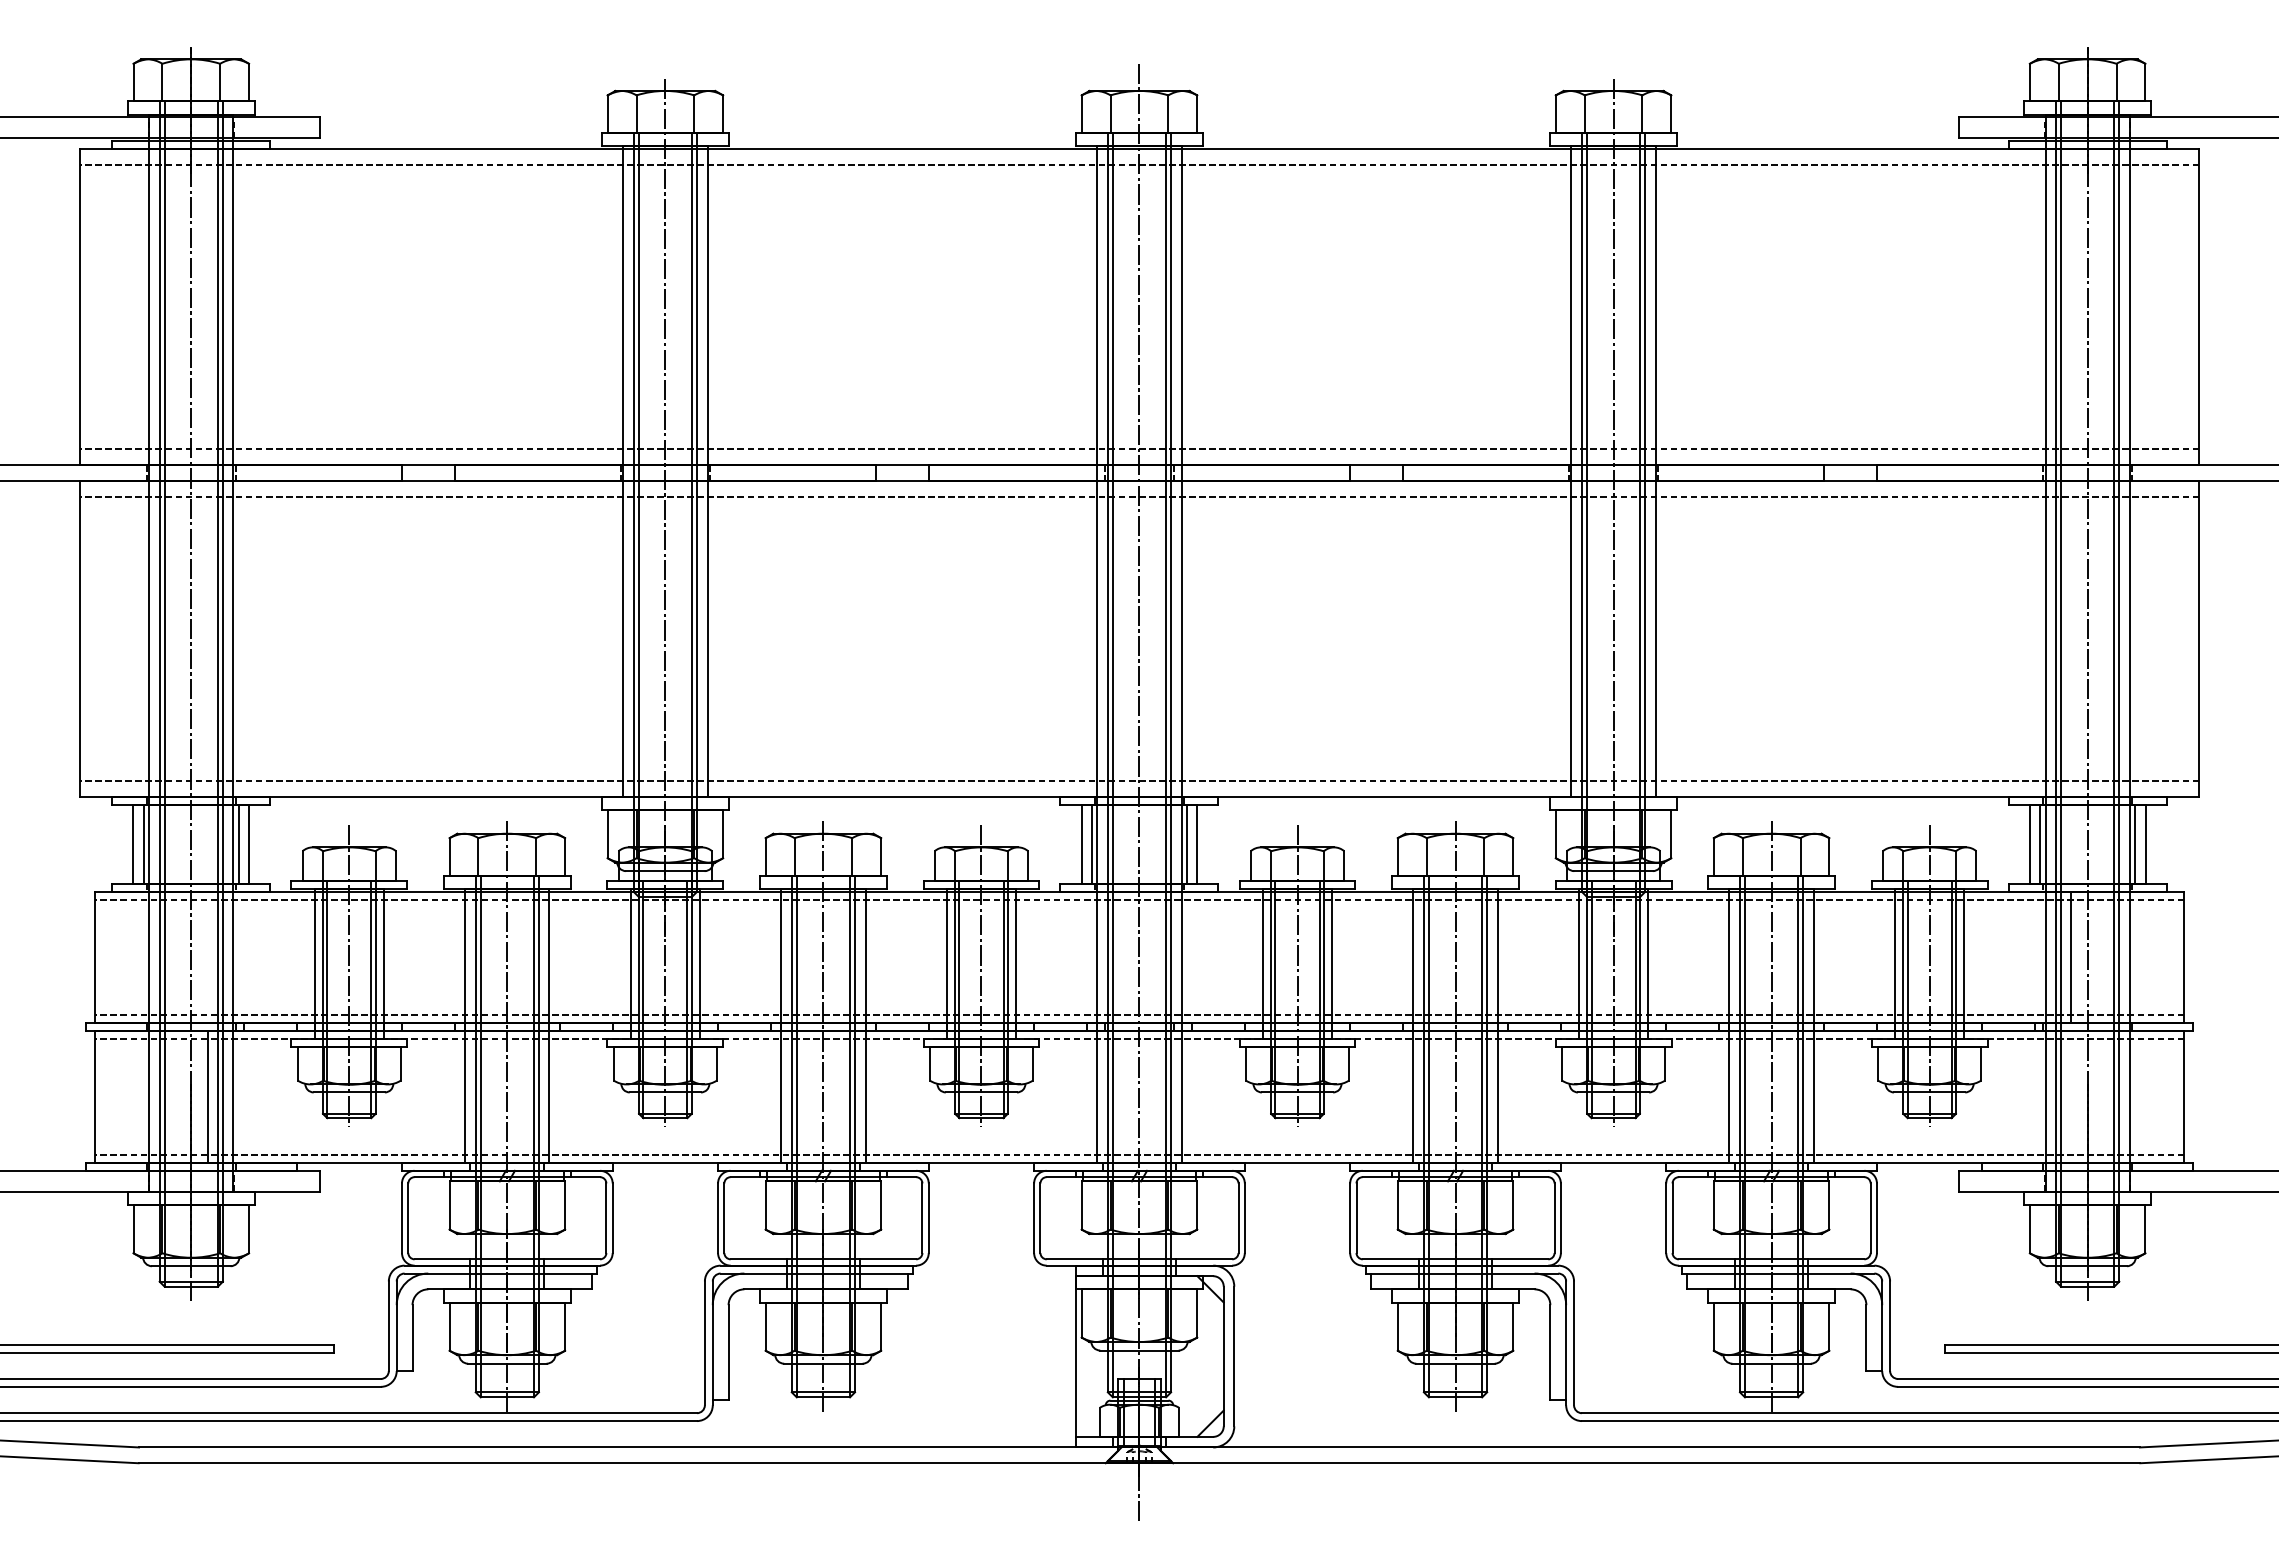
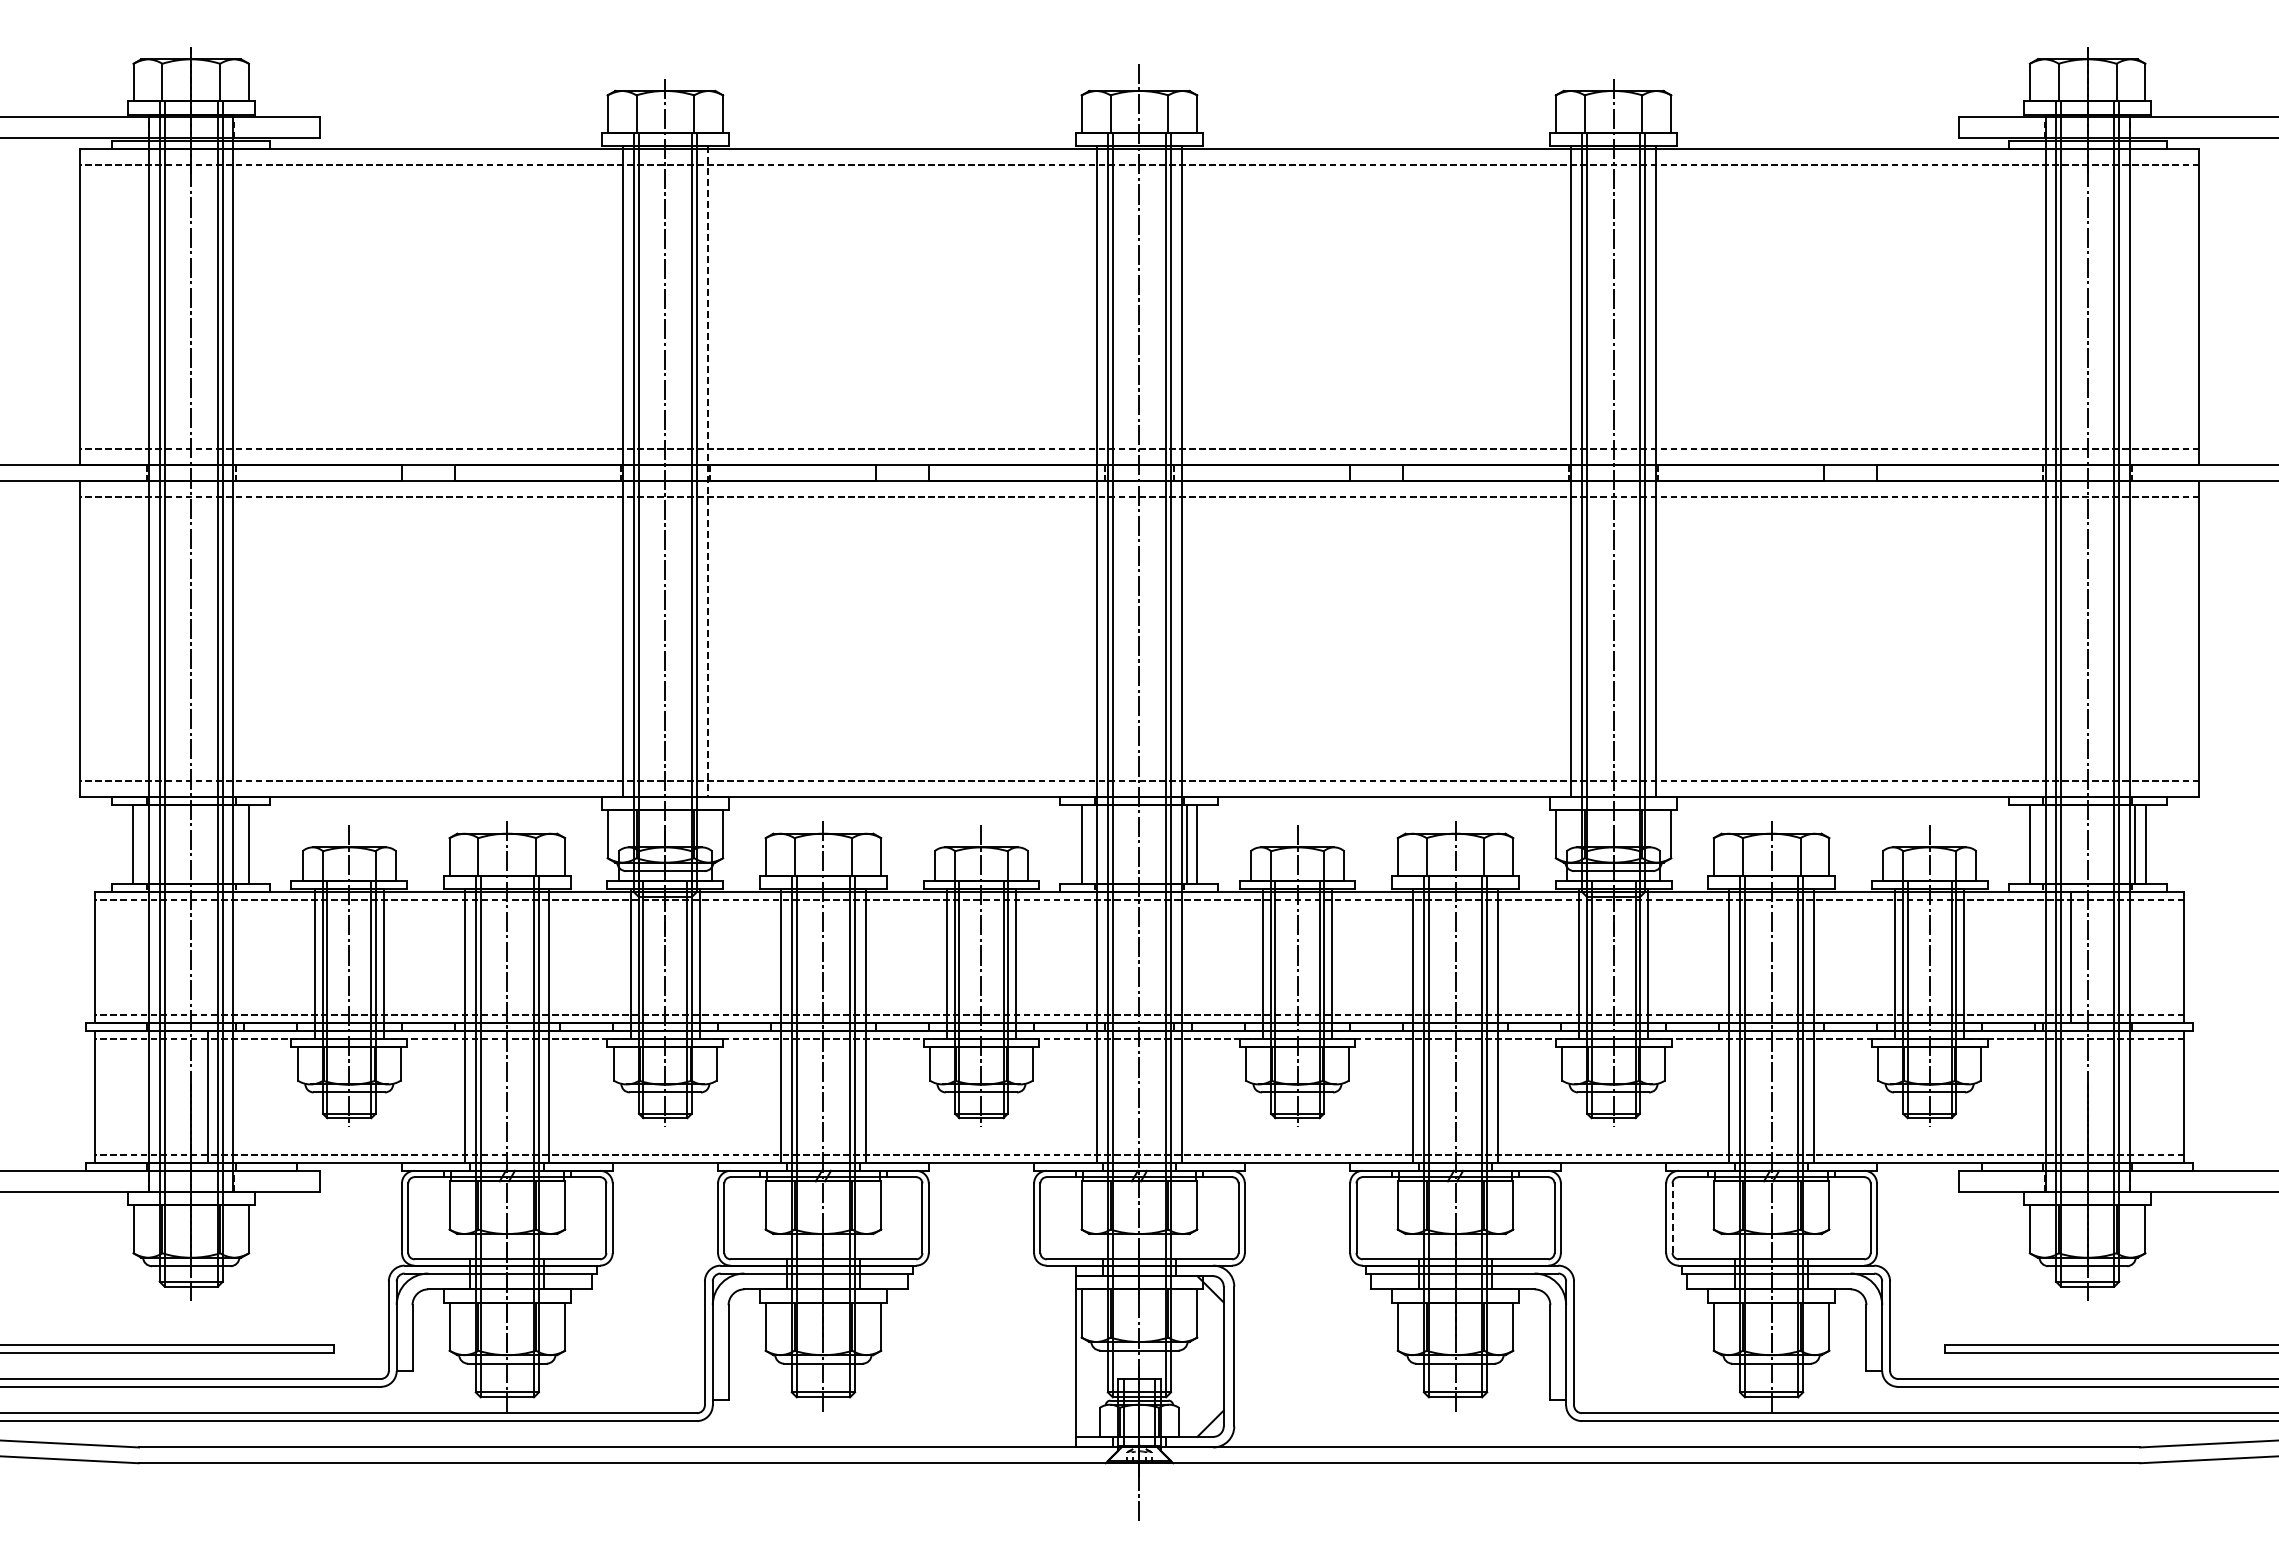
line at (707, 472): solid -> dashed
line at (143, 843): present -> none
line at (238, 843): present -> none
line at (1092, 843): present -> none
line at (2040, 843): present -> none
line at (1672, 1218): solid -> dashed
